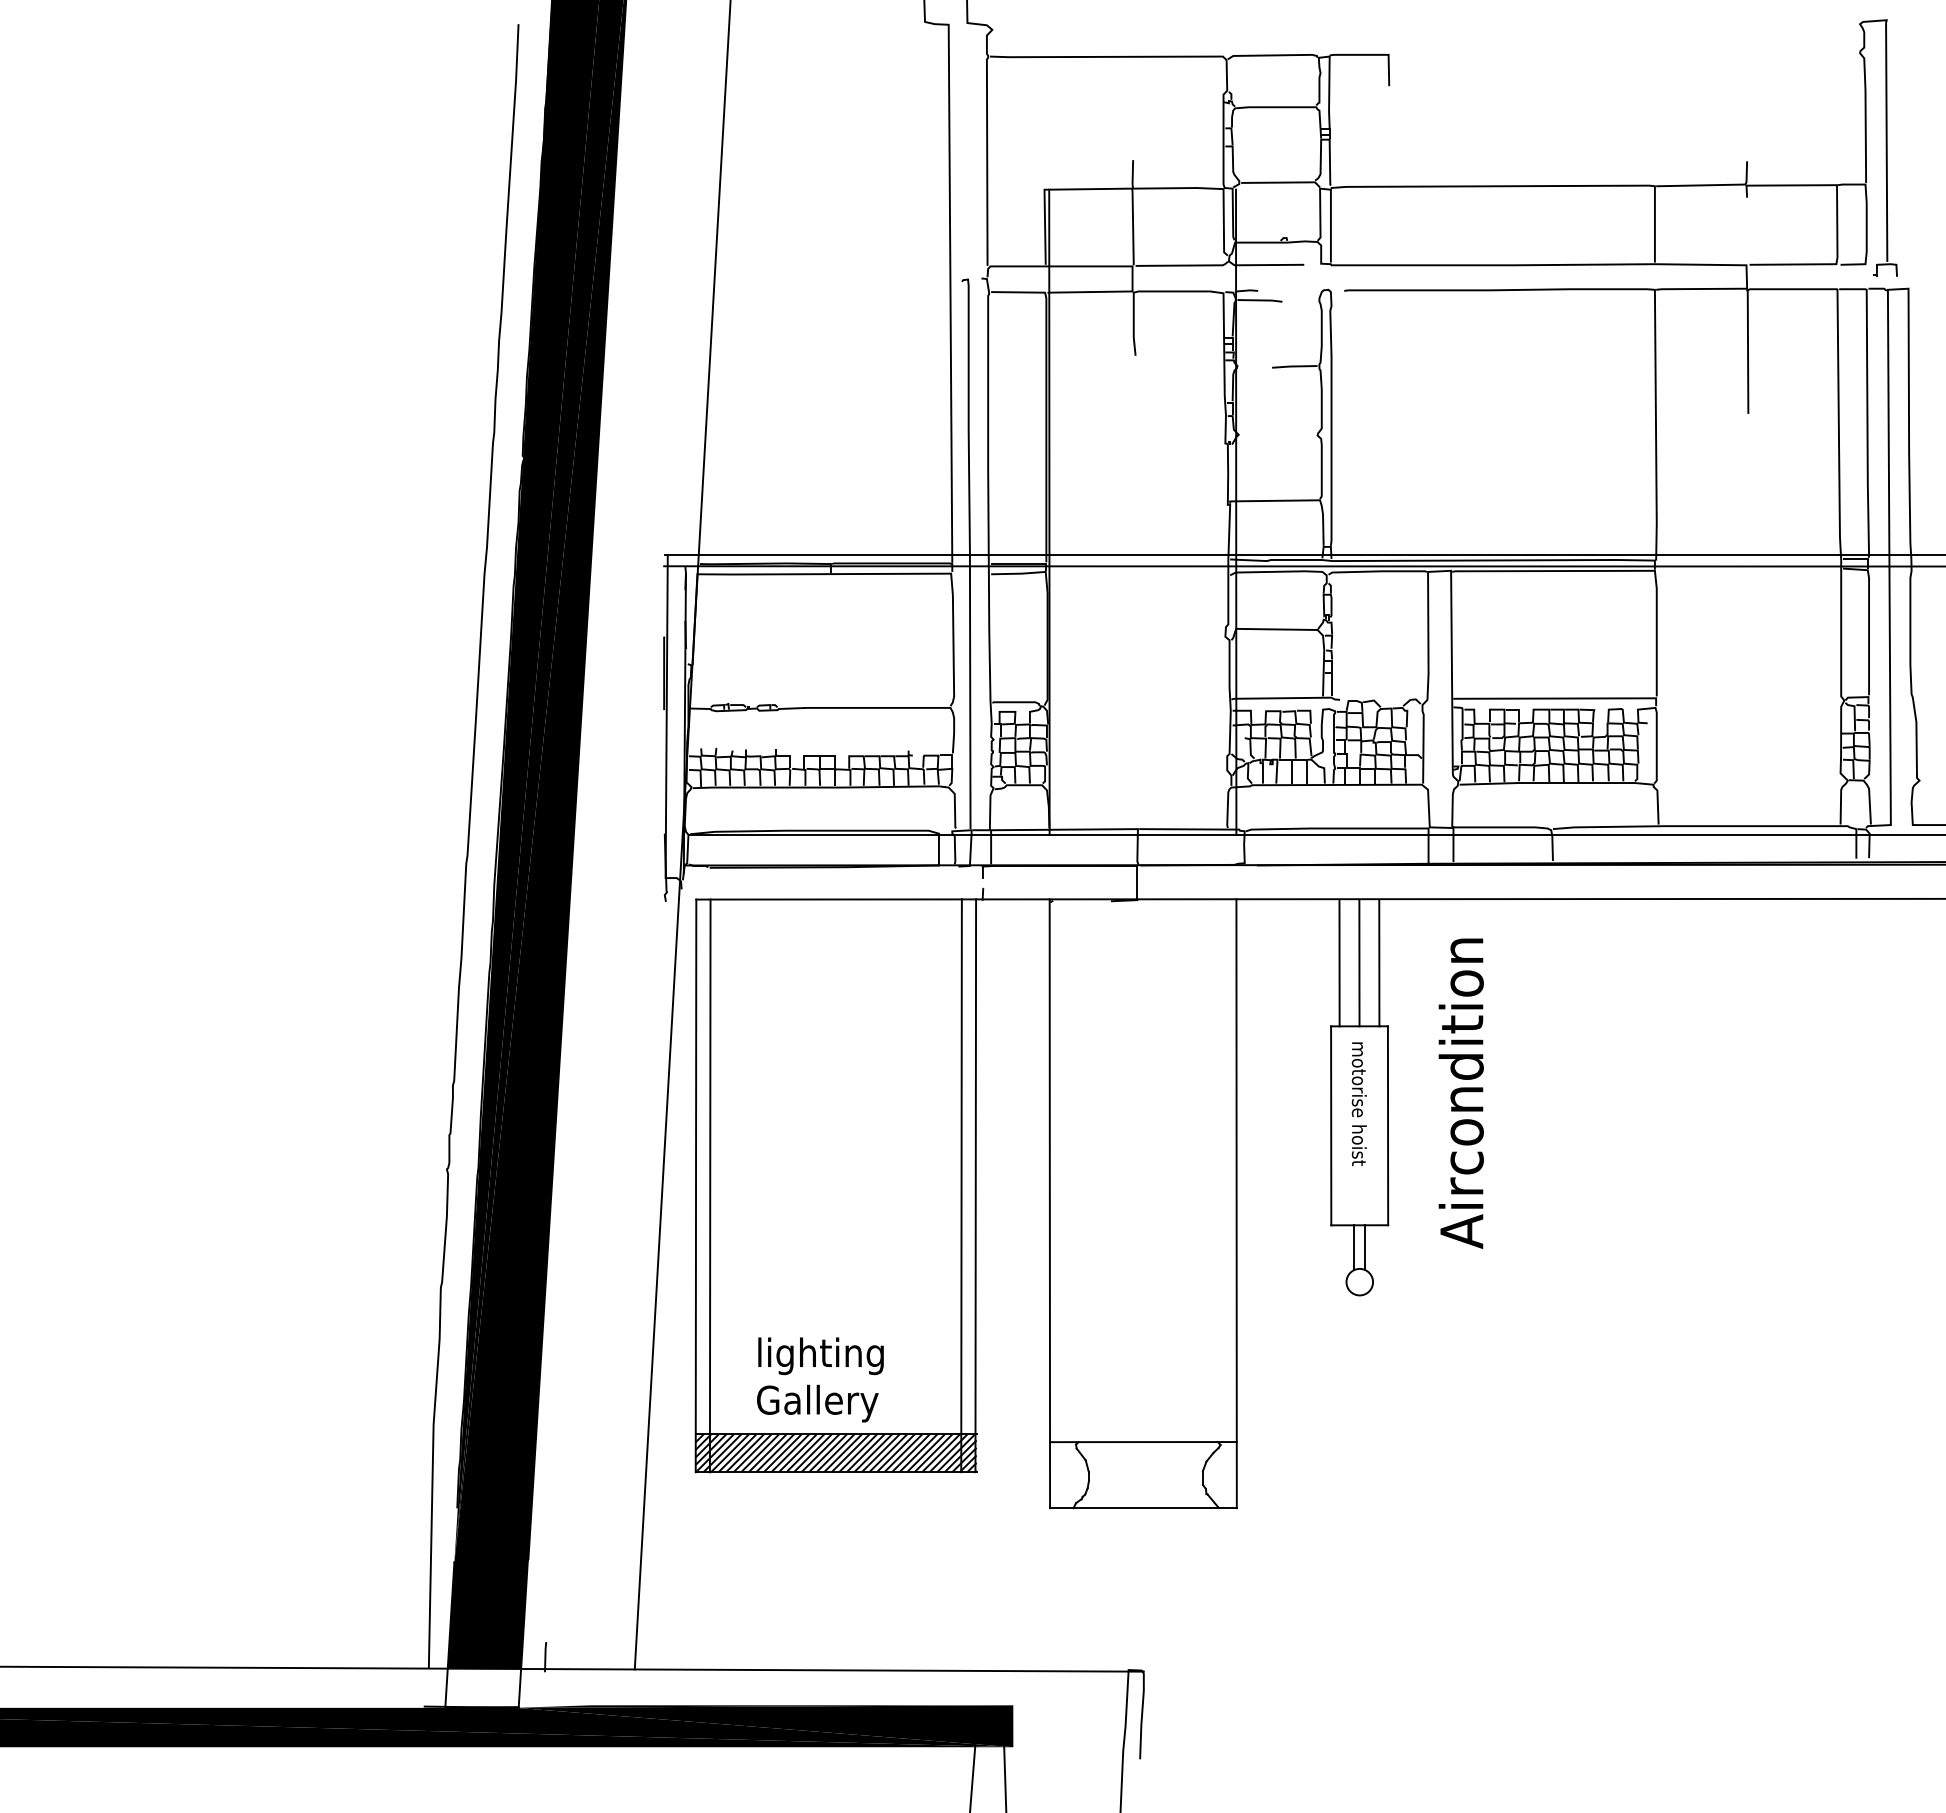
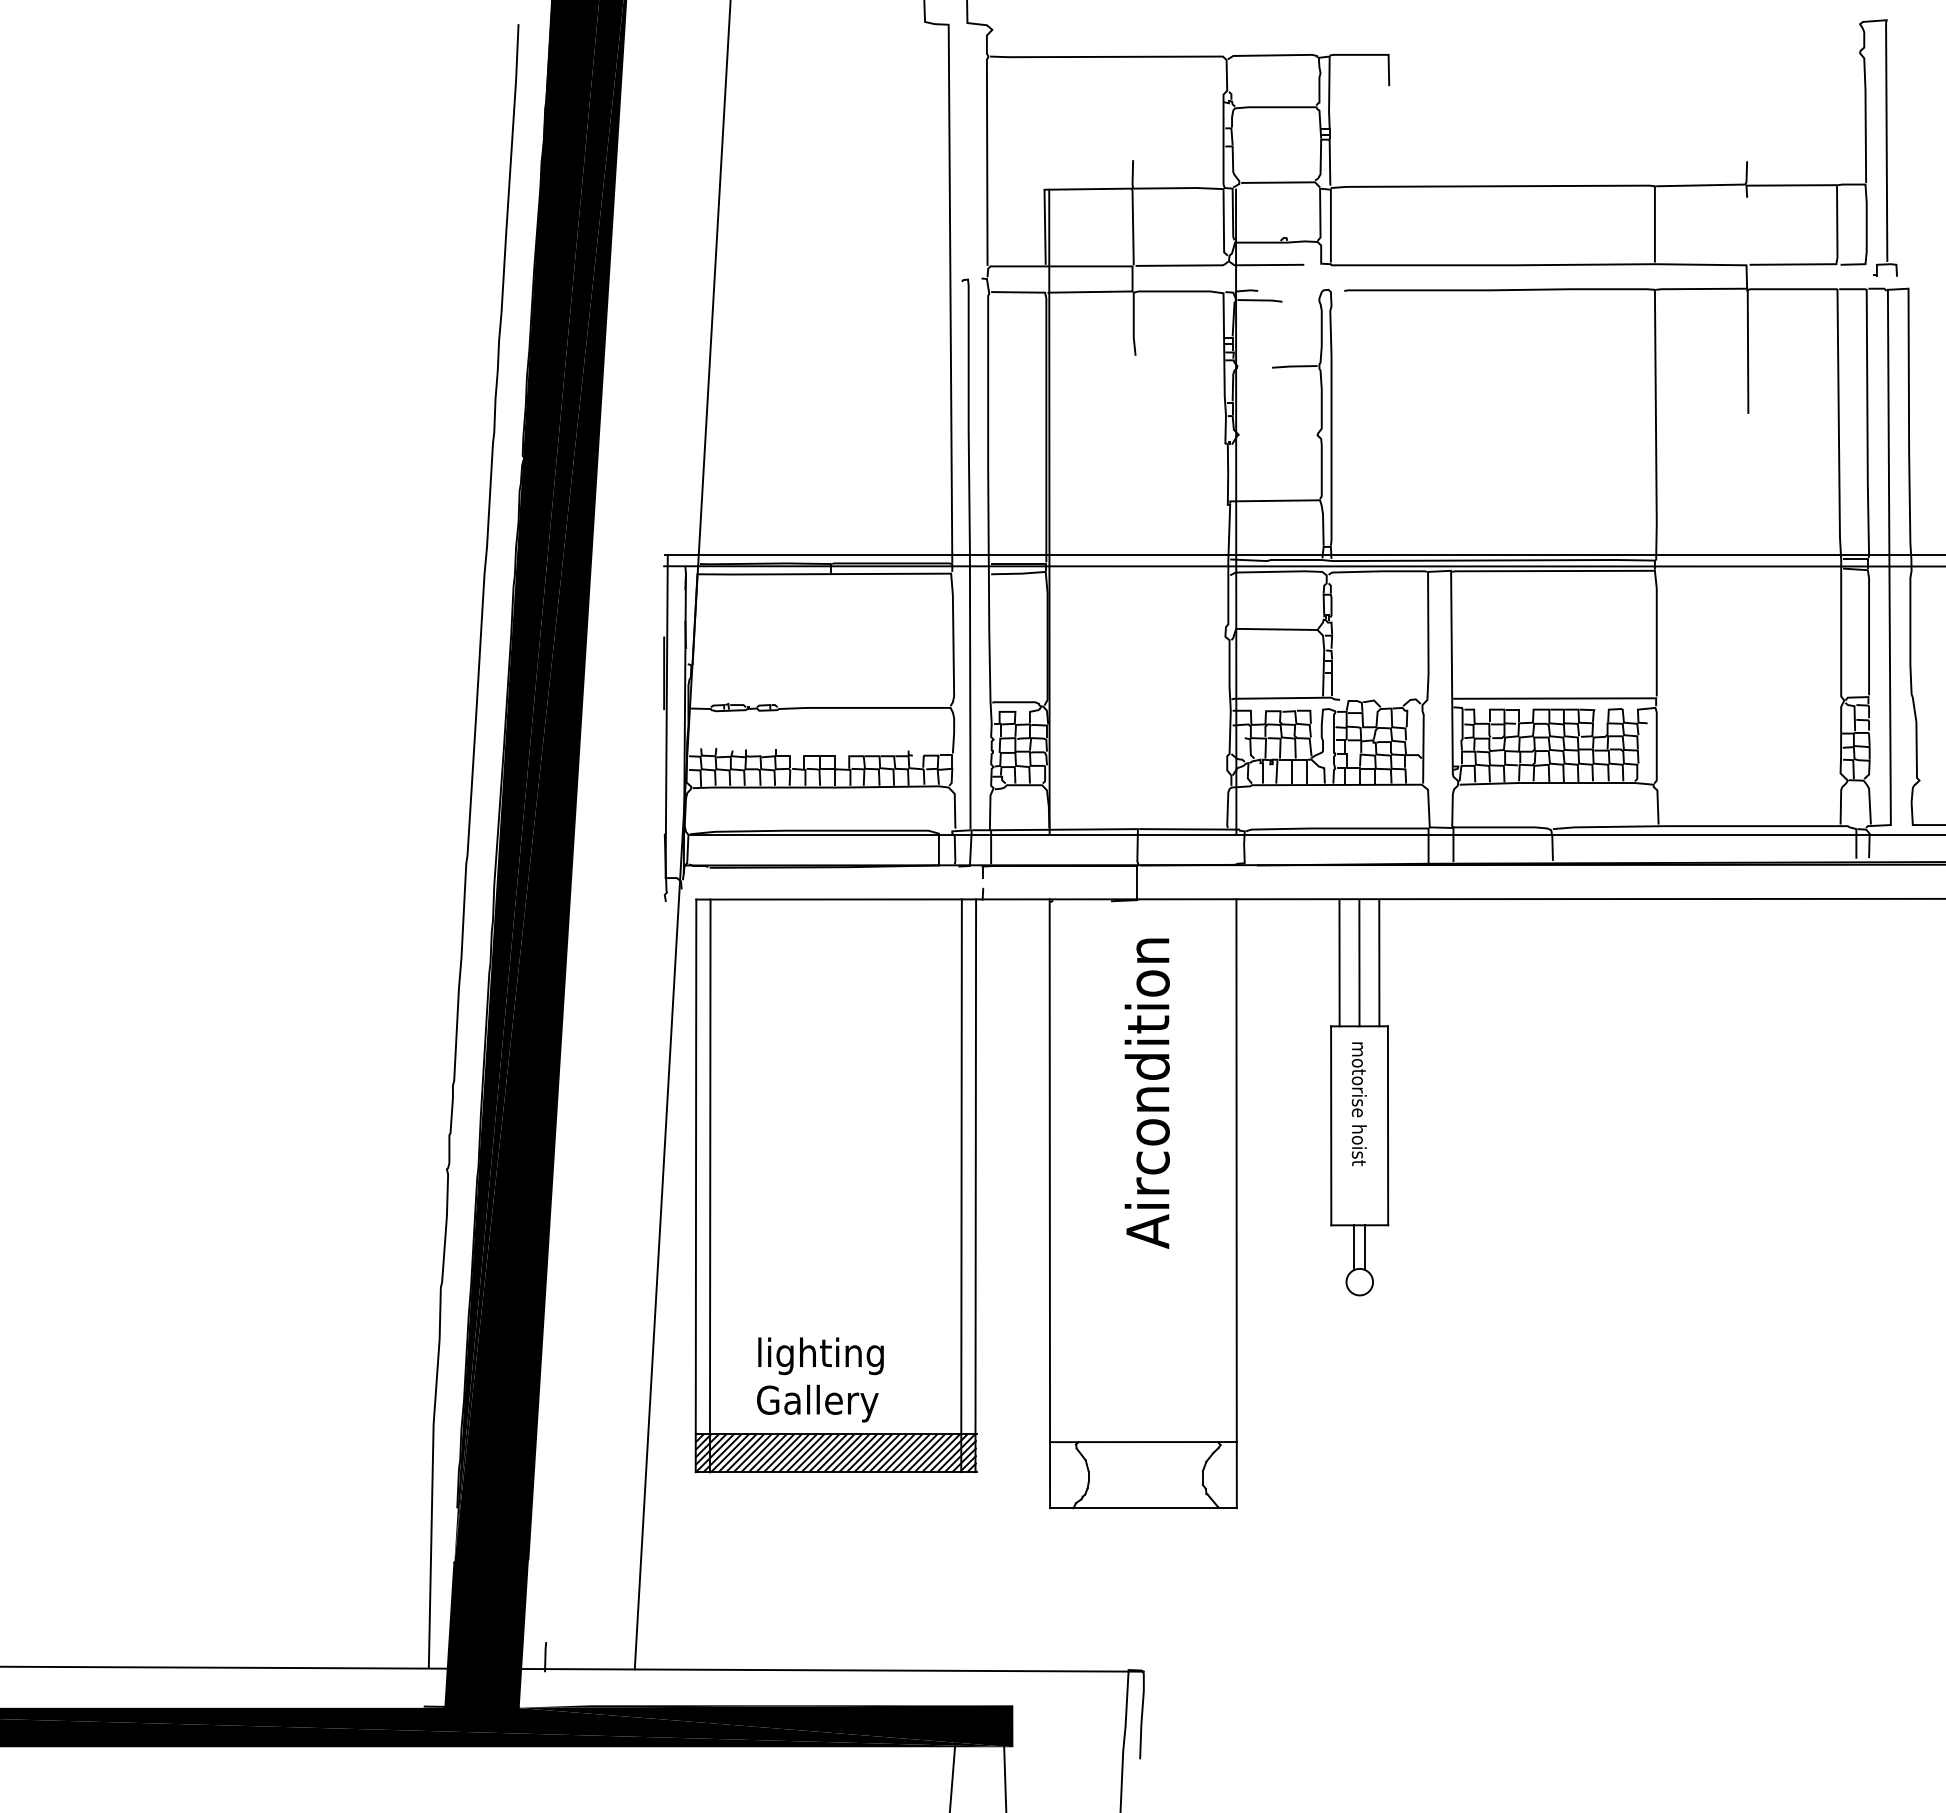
text at (1460, 1093) position: (1460, 1093) -> (1146, 1093)
fill at (483, 1687): none -> present
line at (972, 1776) position: (972, 1776) -> (952, 1775)
